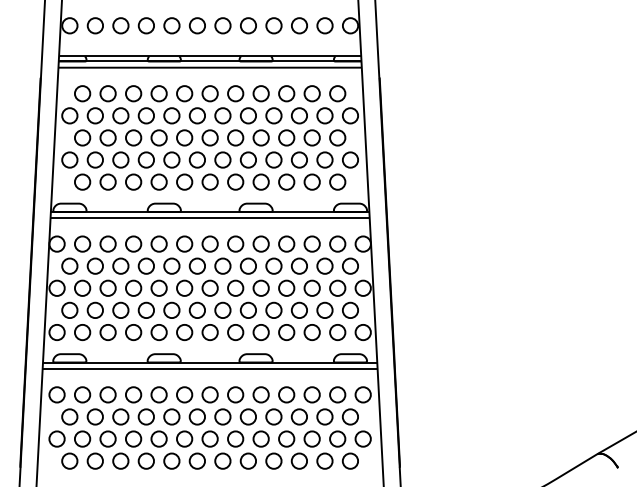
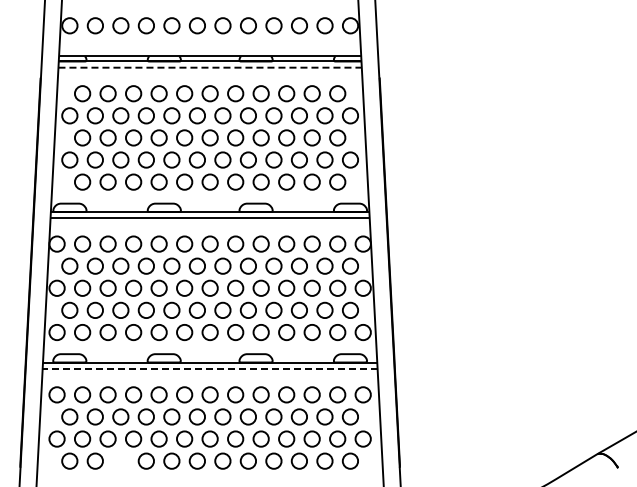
line at (210, 67): solid -> dashed
line at (209, 368): solid -> dashed
circle at (120, 460): present -> none
